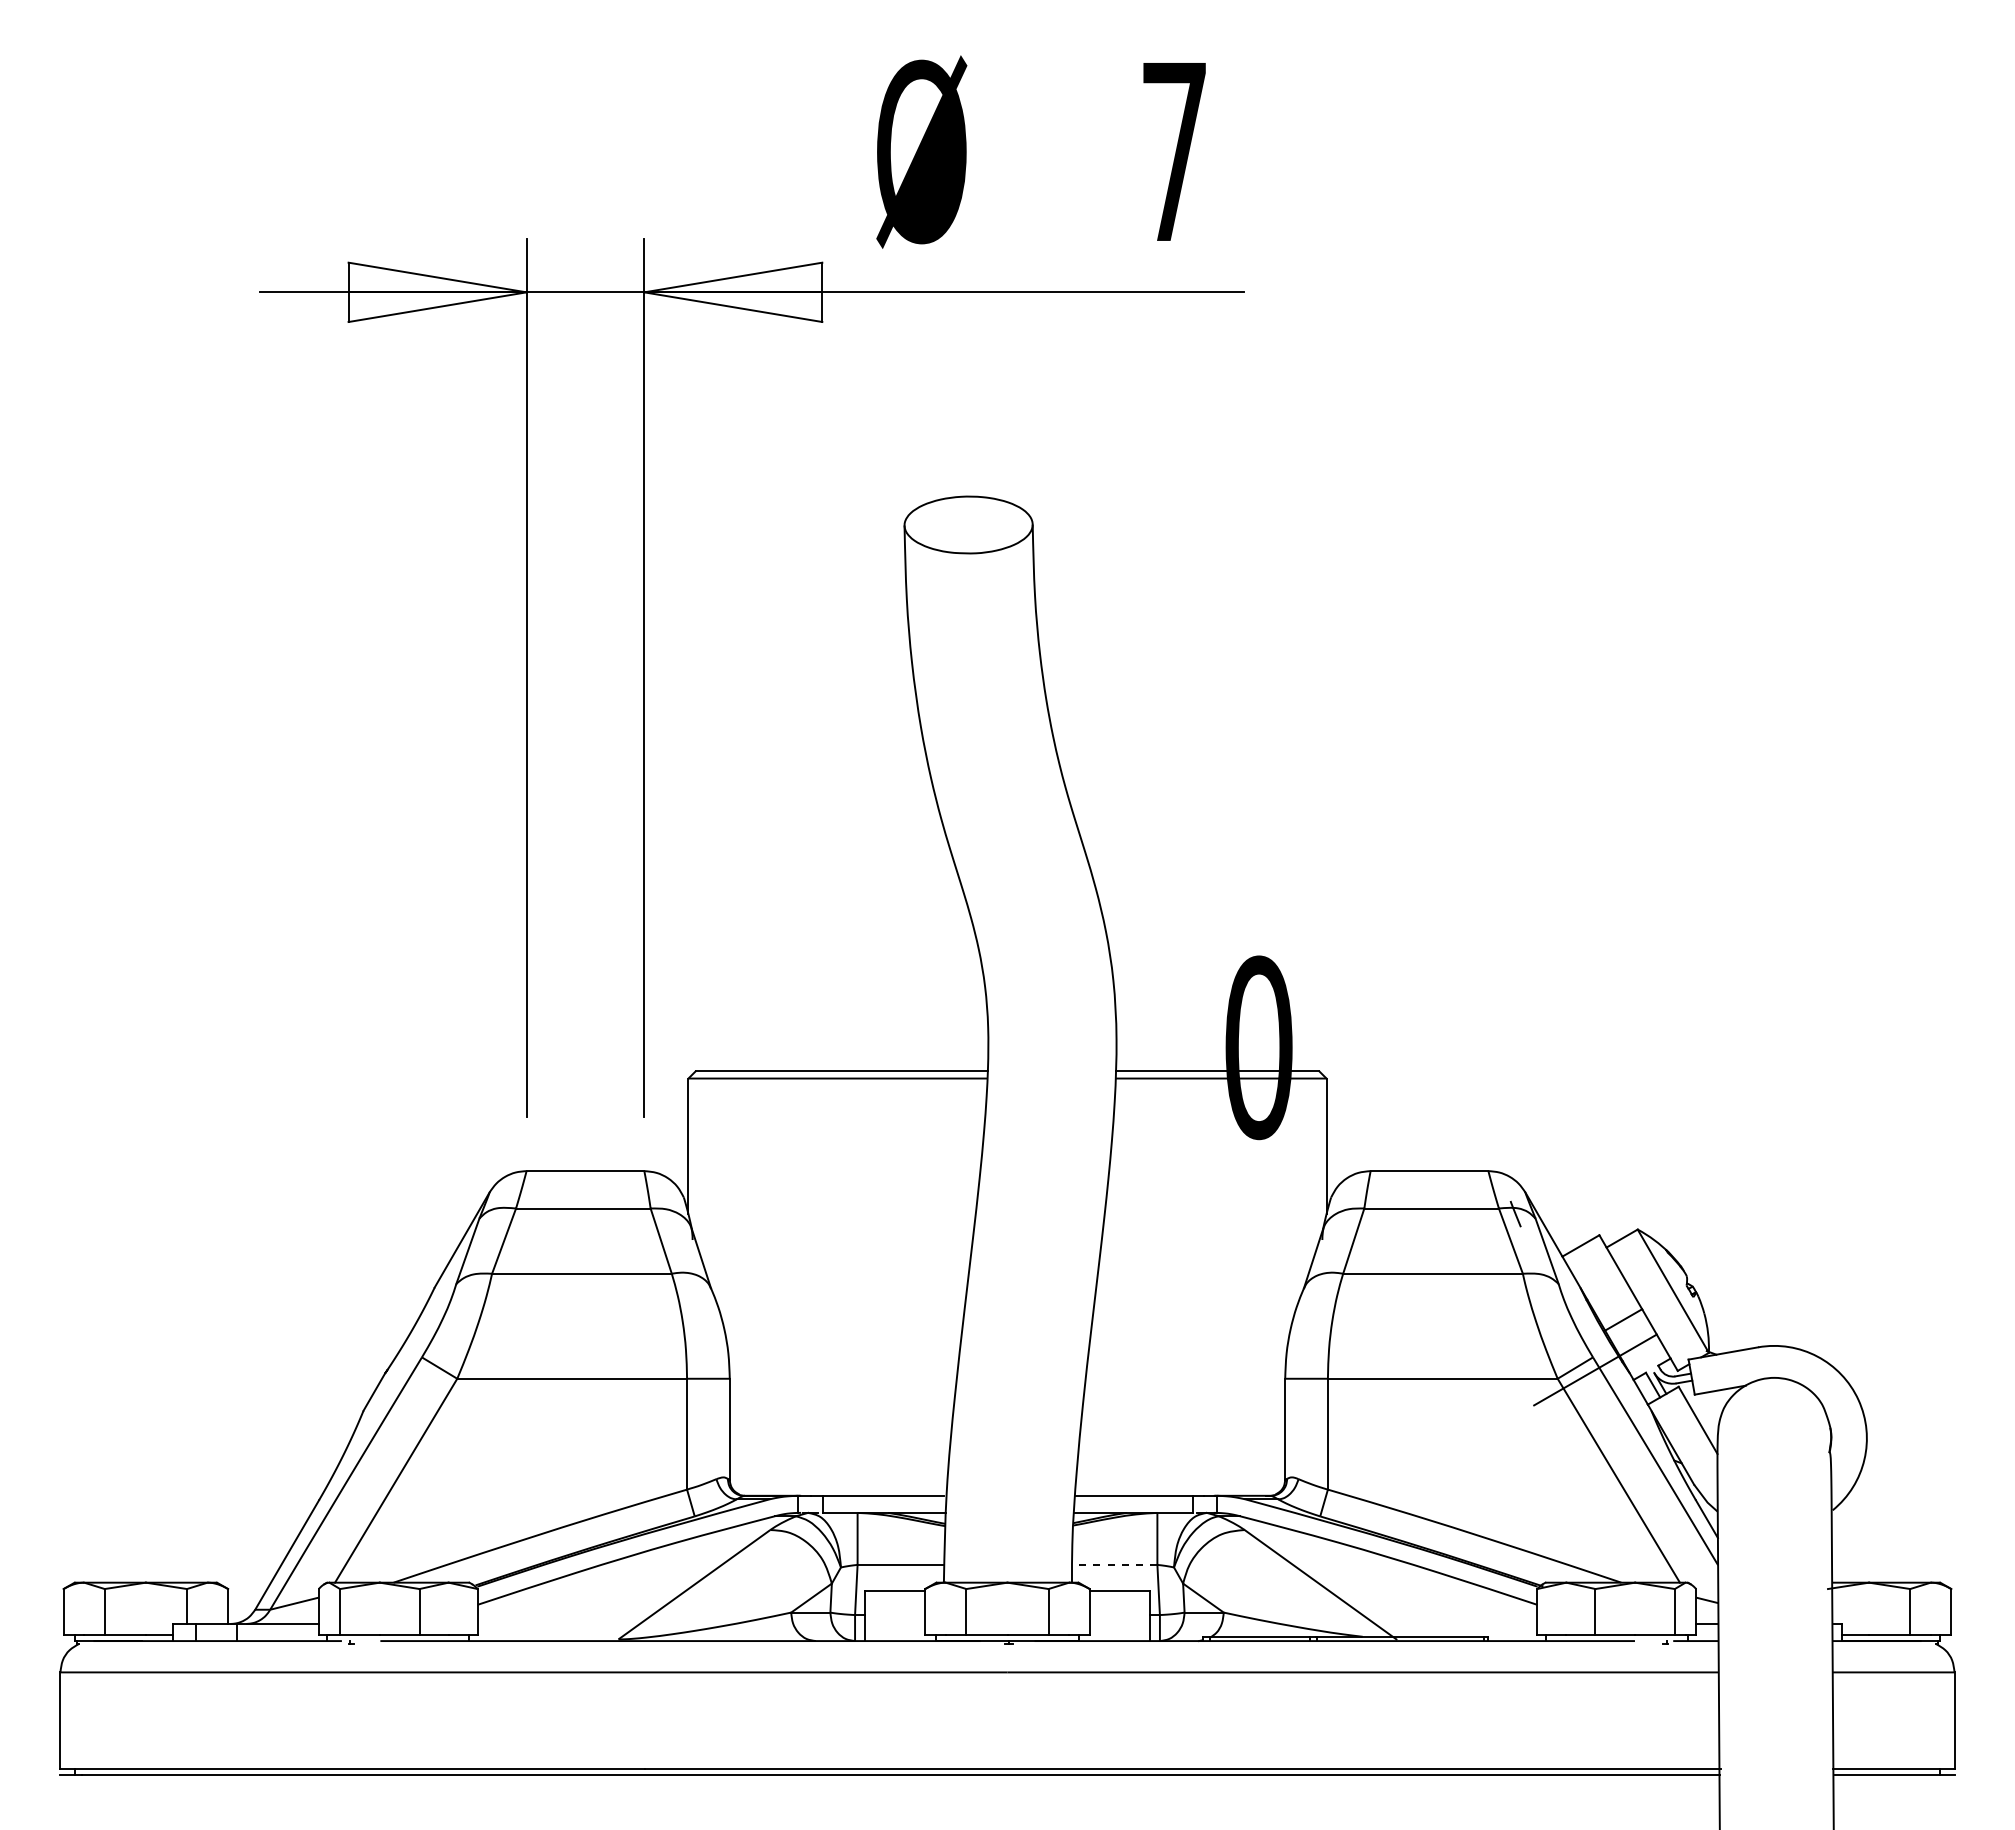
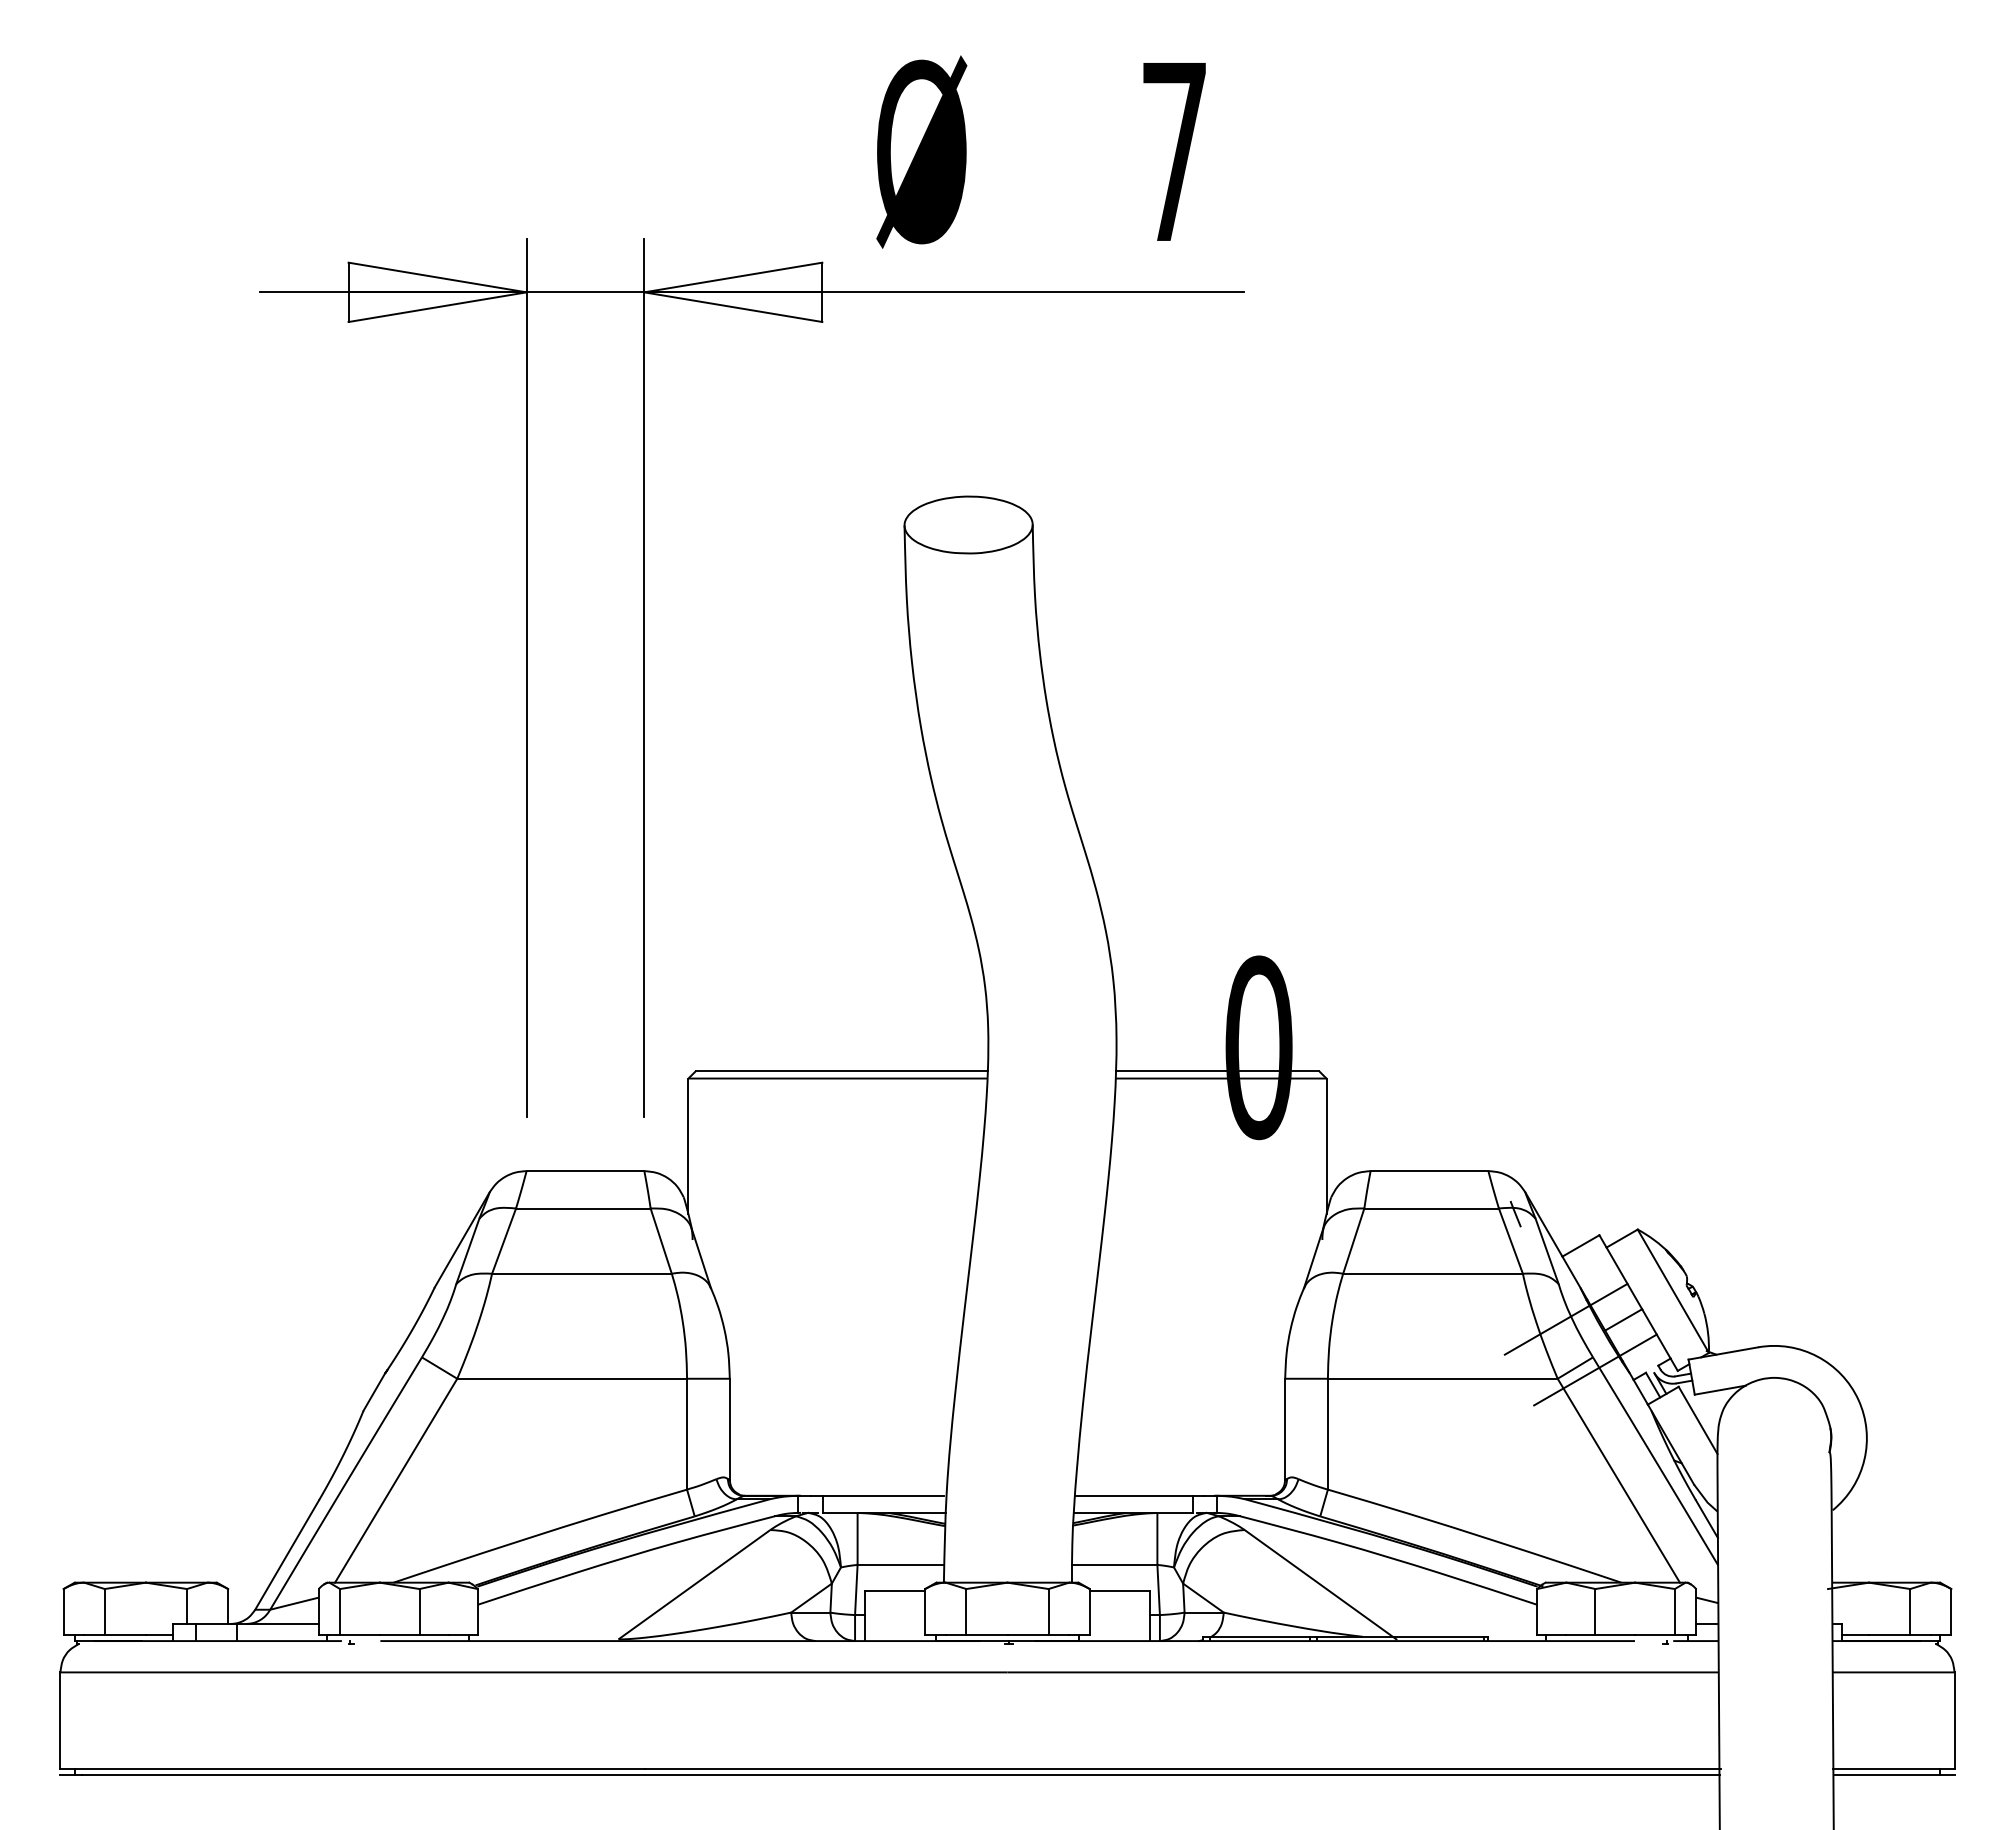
line at (1565, 1318): none -> present
line at (1114, 1564): dashed -> solid
